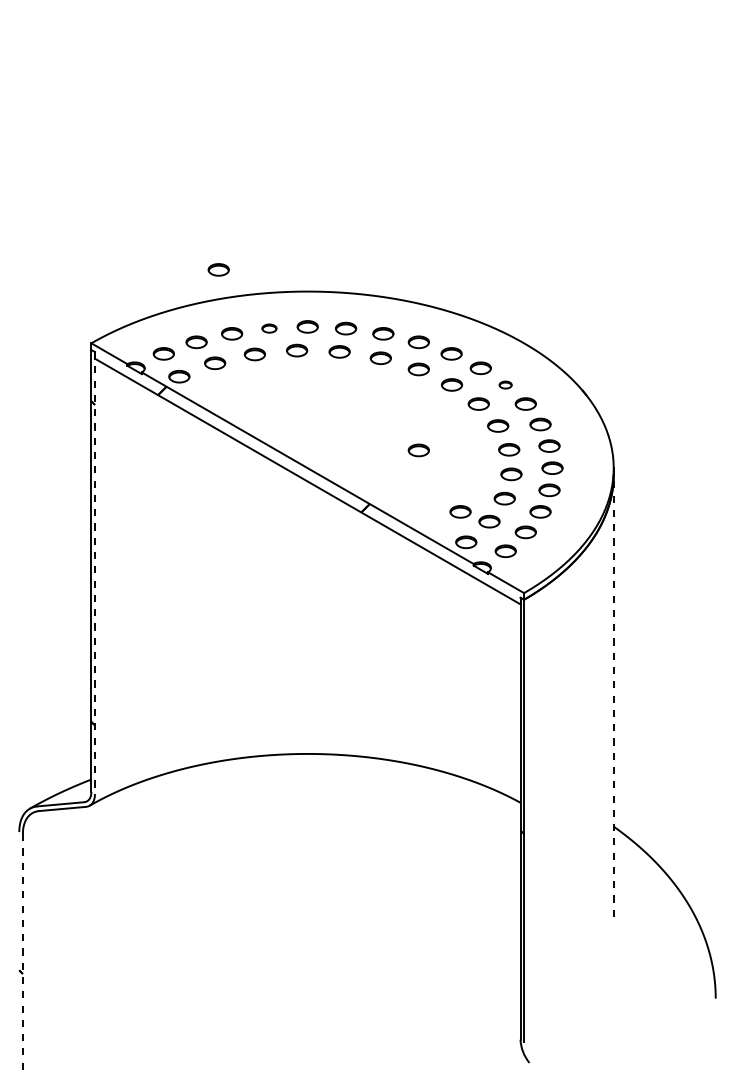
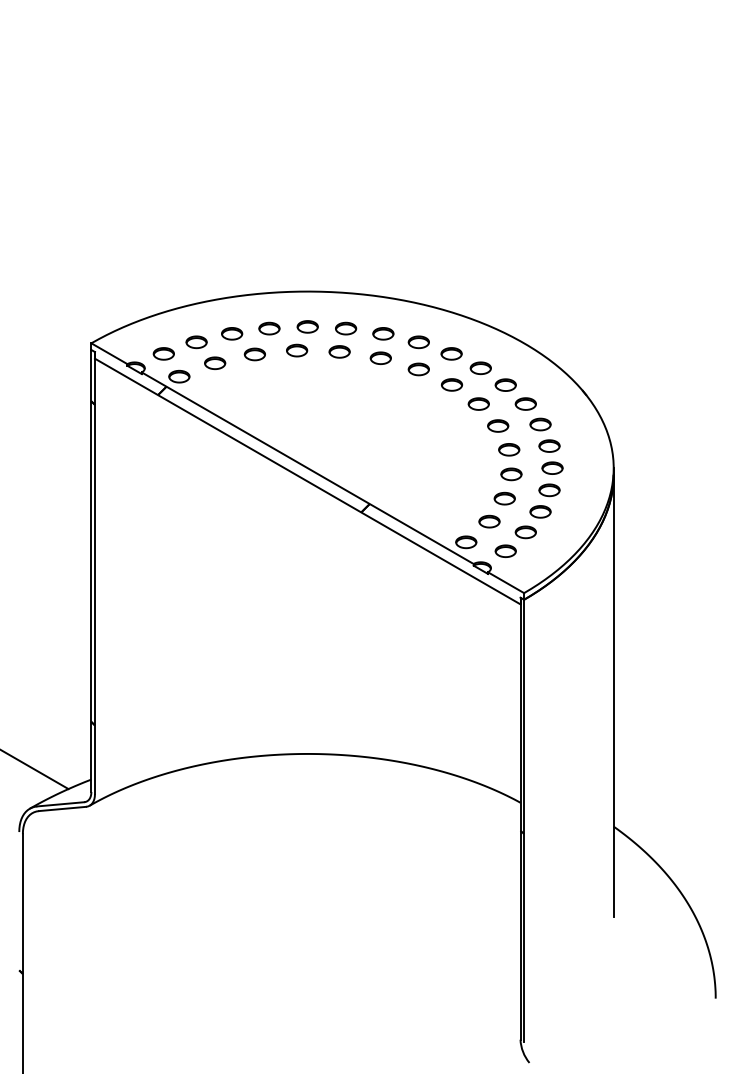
part at (218, 269): present -> none
part at (269, 328) size: 17x11 px -> 23x15 px
part at (505, 384) size: 15x10 px -> 23x14 px
part at (418, 450): present -> none
part at (460, 511): present -> none
line at (95, 573): dashed -> solid
line at (613, 695): dashed -> solid
line at (35, 769): none -> present
line at (22, 953): dashed -> solid
